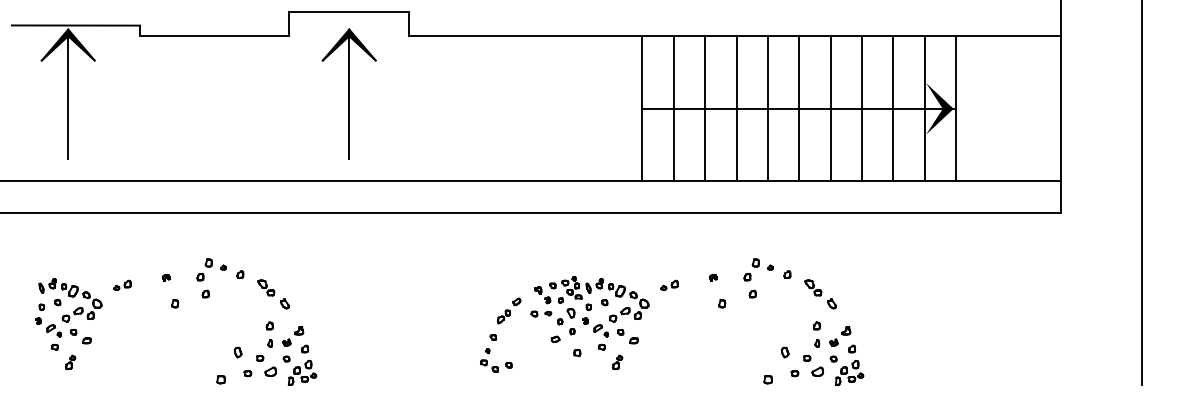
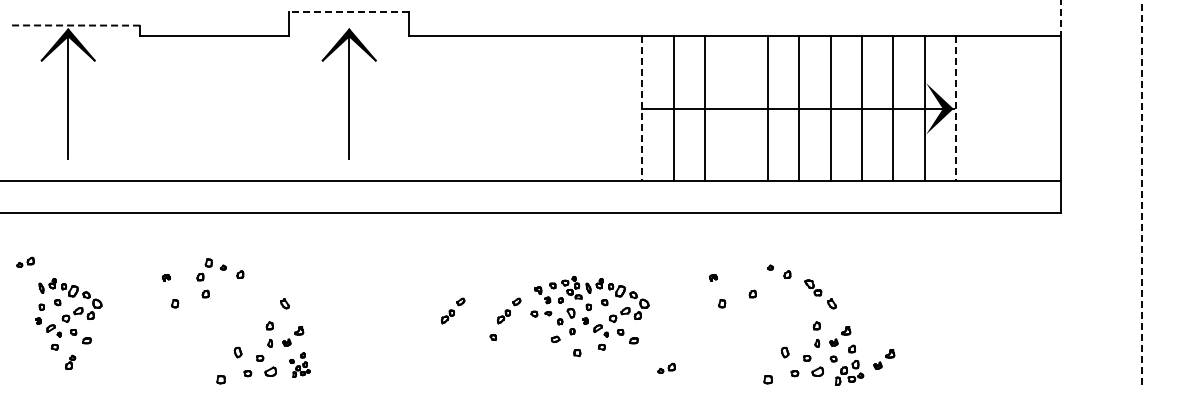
line at (348, 11): solid -> dashed
line at (1060, 18): solid -> dashed
line at (75, 25): solid -> dashed
line at (642, 108): solid -> dashed
line at (736, 108): present -> none
line at (956, 108): solid -> dashed
line at (1141, 192): solid -> dashed
part at (751, 269): present -> none
part at (122, 284) position: (122, 284) -> (25, 261)
part at (669, 284) position: (669, 284) -> (666, 367)
part at (266, 287): present -> none
part at (453, 310): none -> present
part at (884, 359): none -> present
part at (496, 360): present -> none
part at (617, 362): present -> none
part at (299, 364) size: 36x42 px -> 22x26 px
